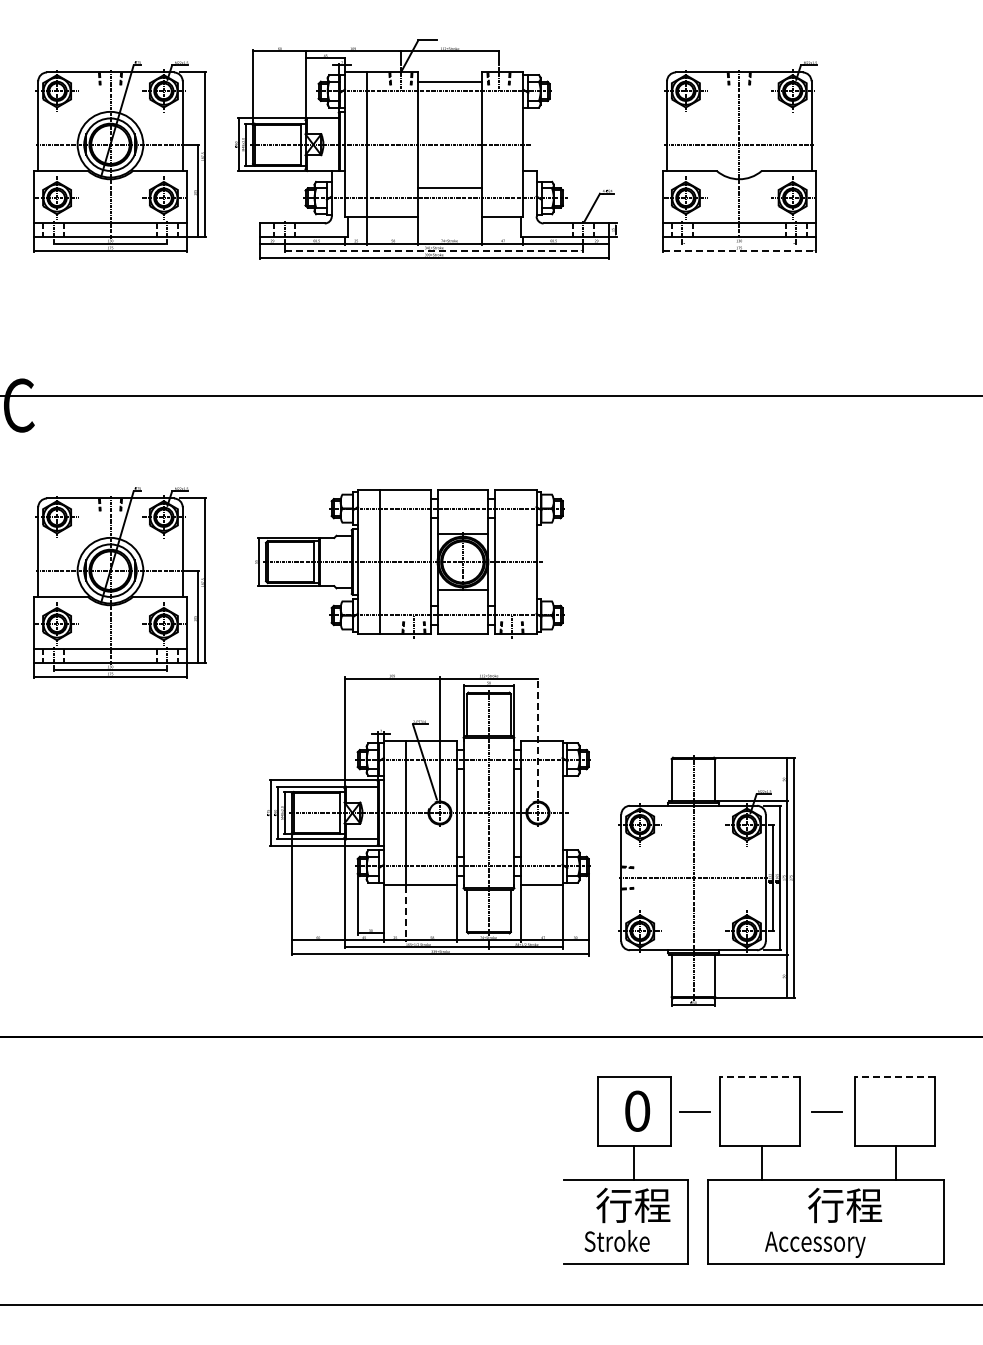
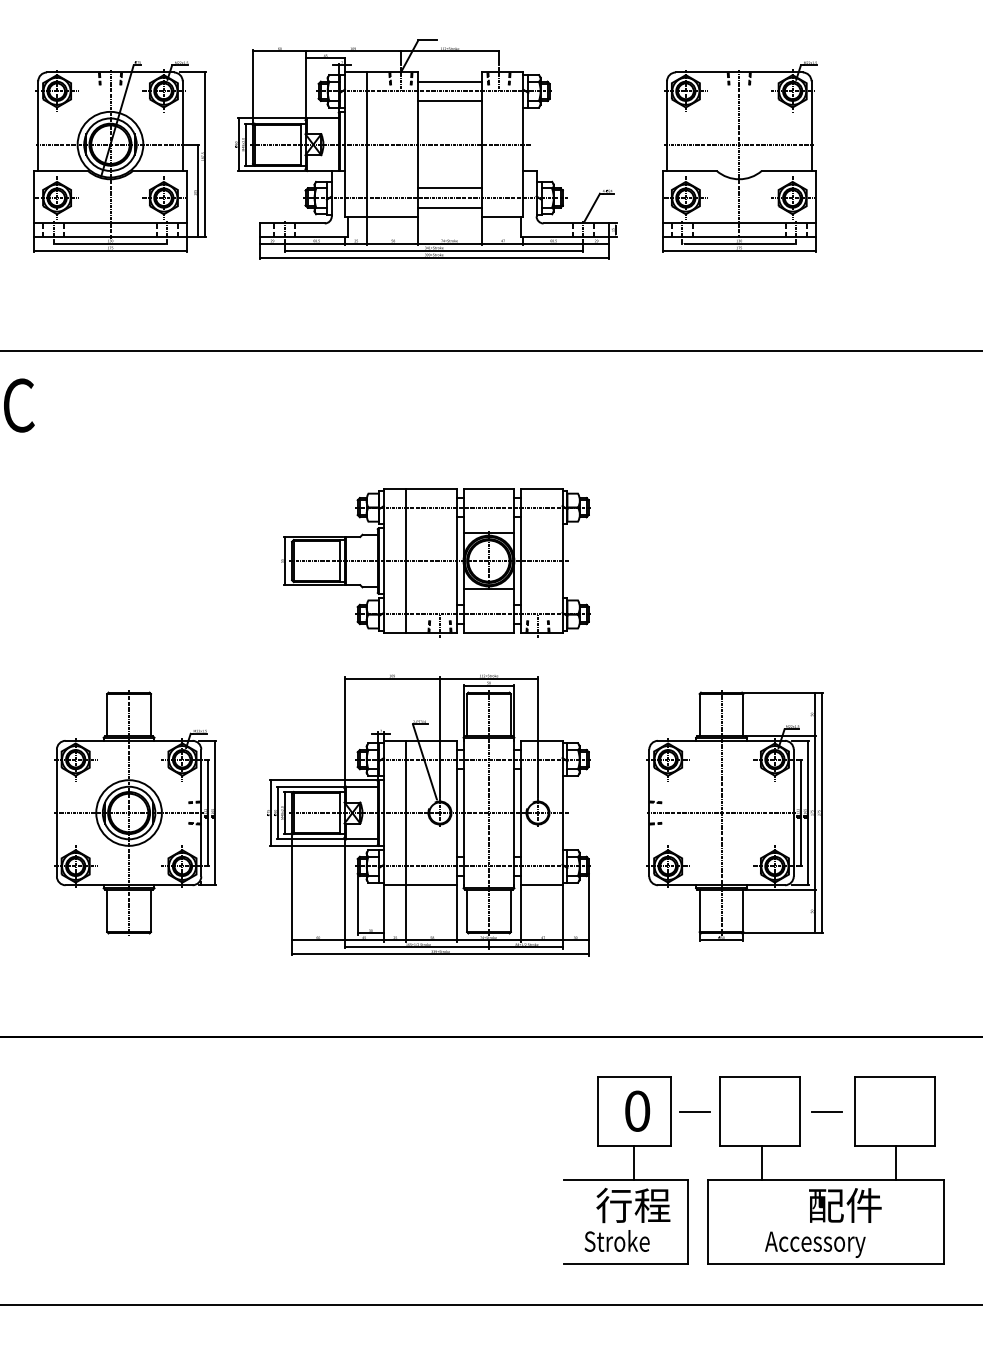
line at (449, 100): none -> present
line at (449, 207): none -> present
line at (739, 243): none -> present
line at (434, 250): dashed -> solid
line at (739, 250): dashed -> solid
line at (490, 396) position: (490, 396) -> (490, 351)
part at (409, 563) position: (409, 563) -> (435, 562)
part at (119, 582): present -> none
line at (538, 737): dashed -> solid
part at (135, 812): none -> present
part at (706, 880) position: (706, 880) -> (734, 815)
line at (405, 914): dashed -> solid
line at (760, 1077): dashed -> solid
line at (895, 1077): dashed -> solid
text at (845, 1205): 行程 -> 配件
